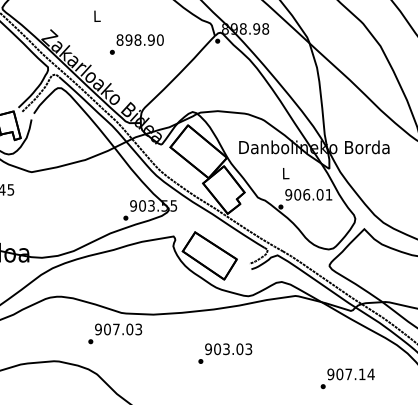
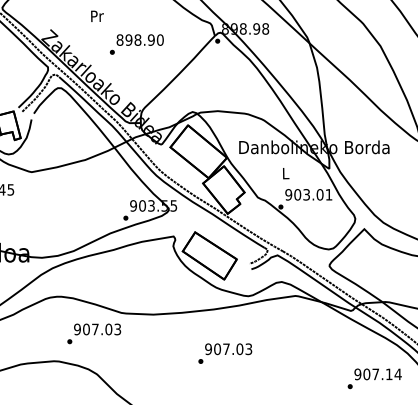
text at (97, 15): L -> Pr
text at (306, 194): 906.01 -> 903.01
text at (115, 333) position: (115, 333) -> (94, 333)
text at (226, 349): 903.03 -> 907.03
text at (347, 378) position: (347, 378) -> (374, 378)
